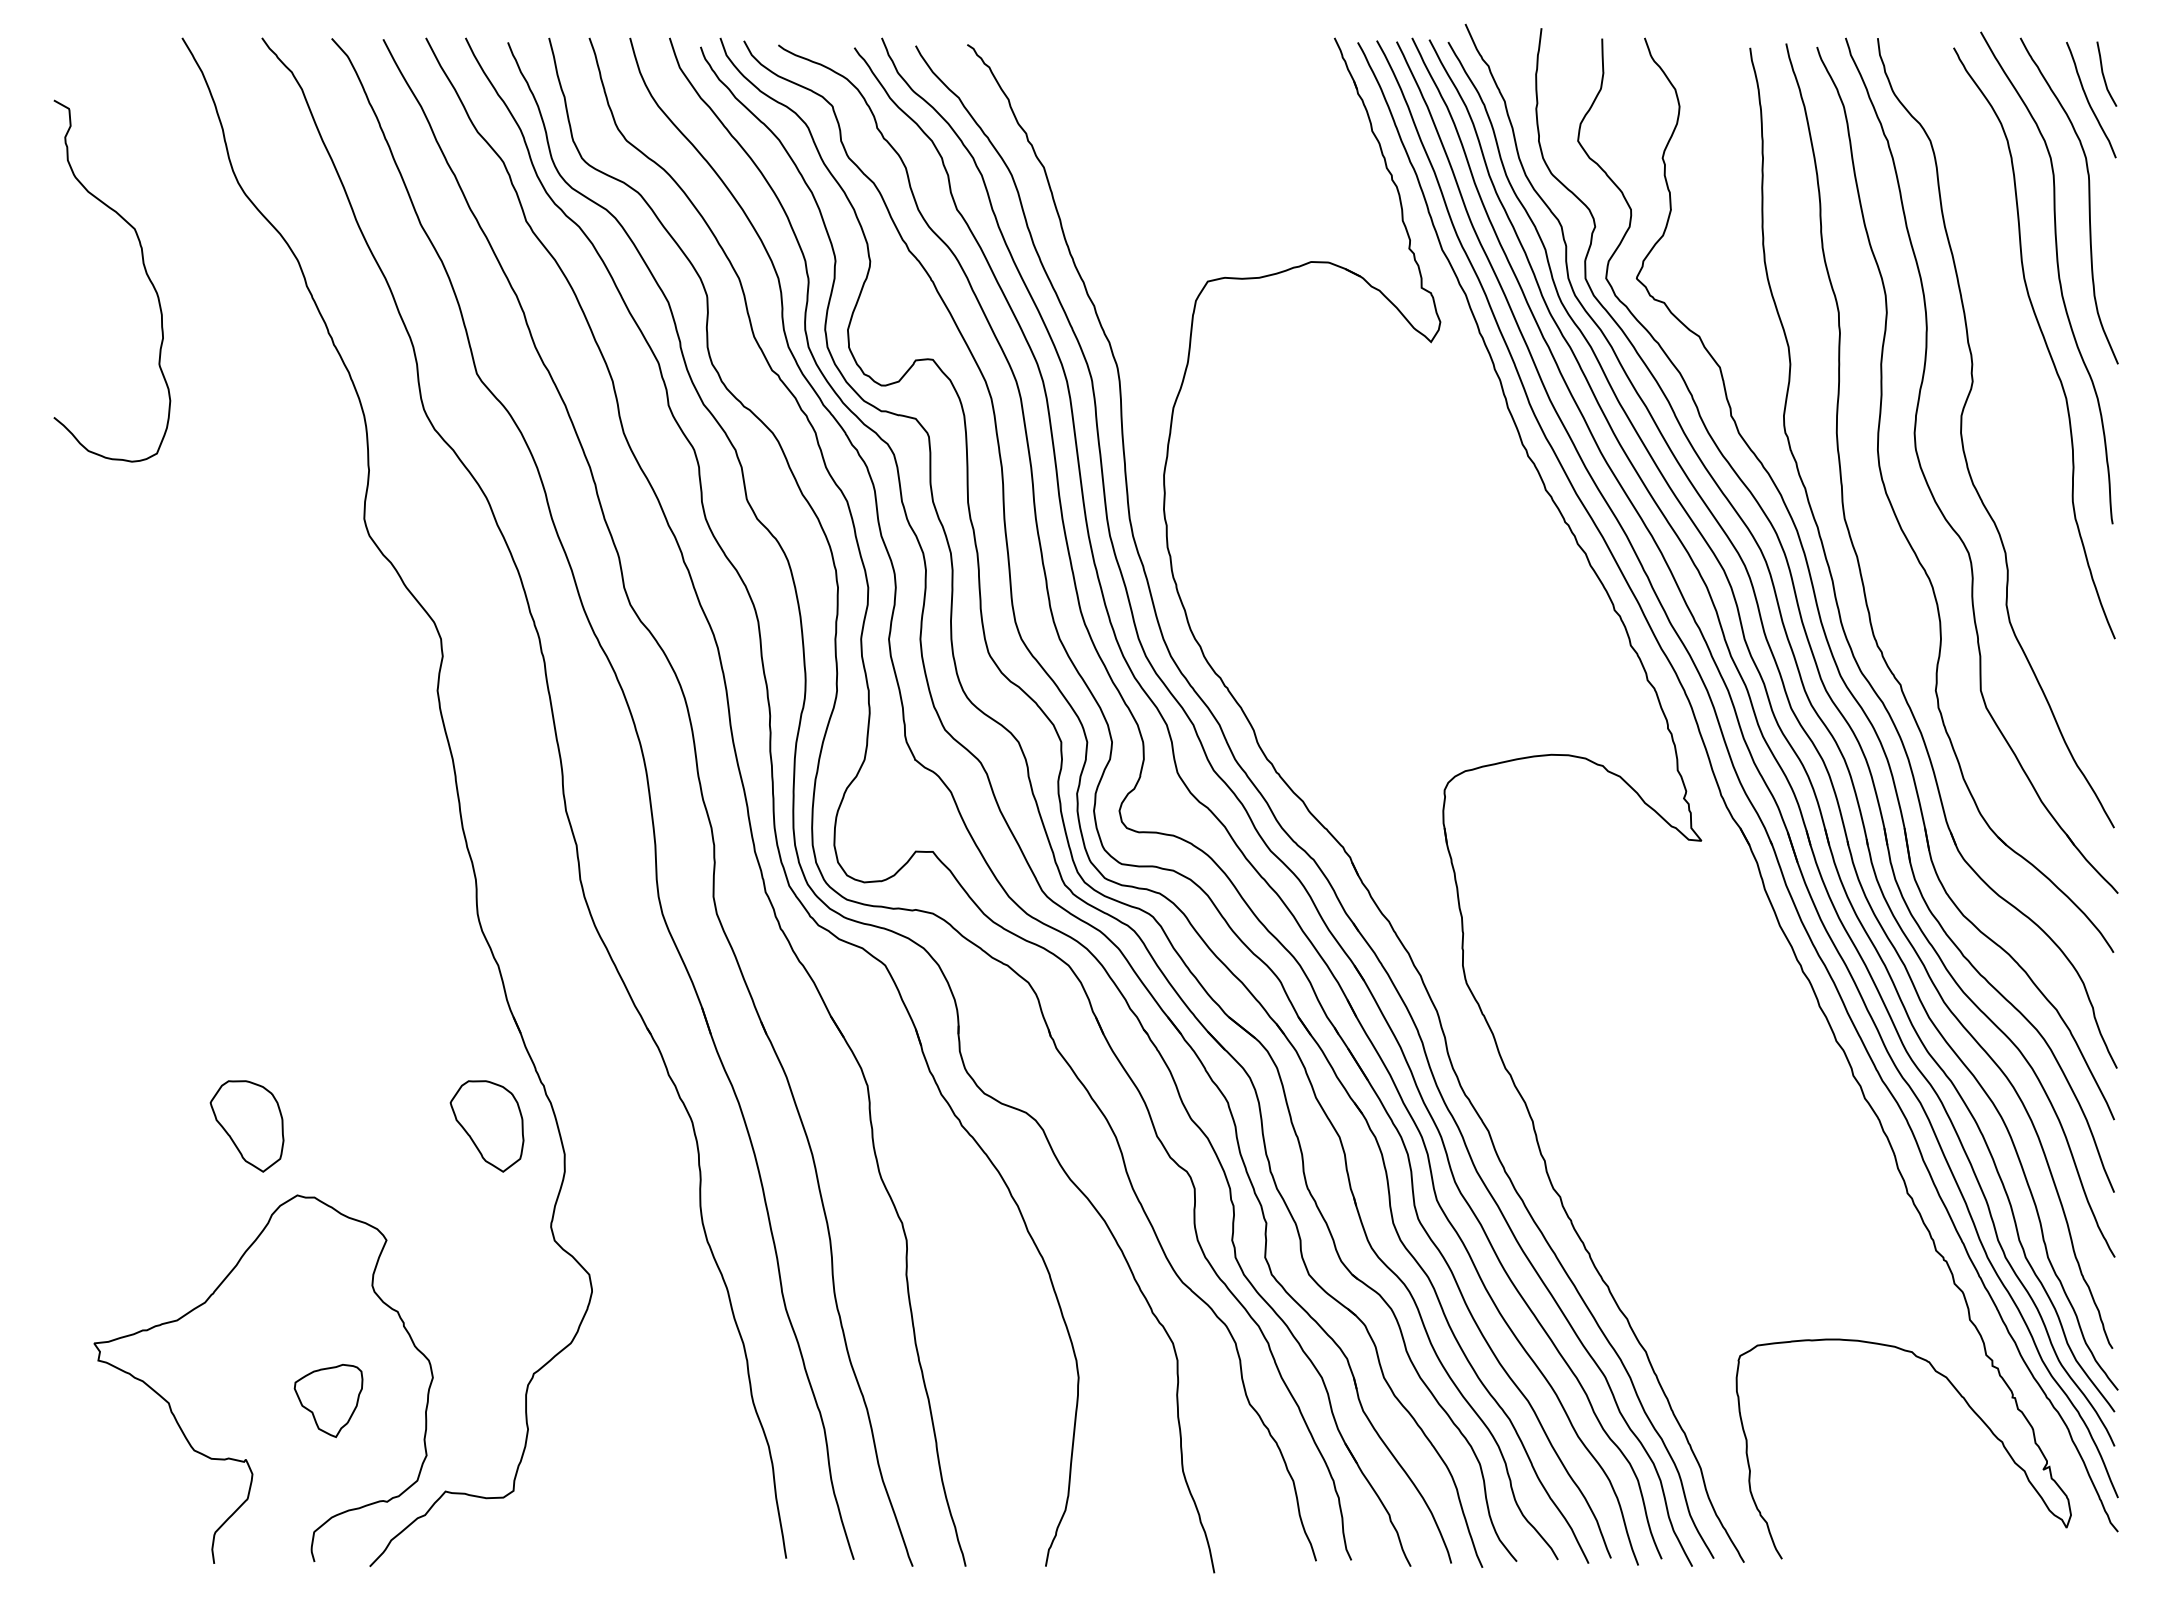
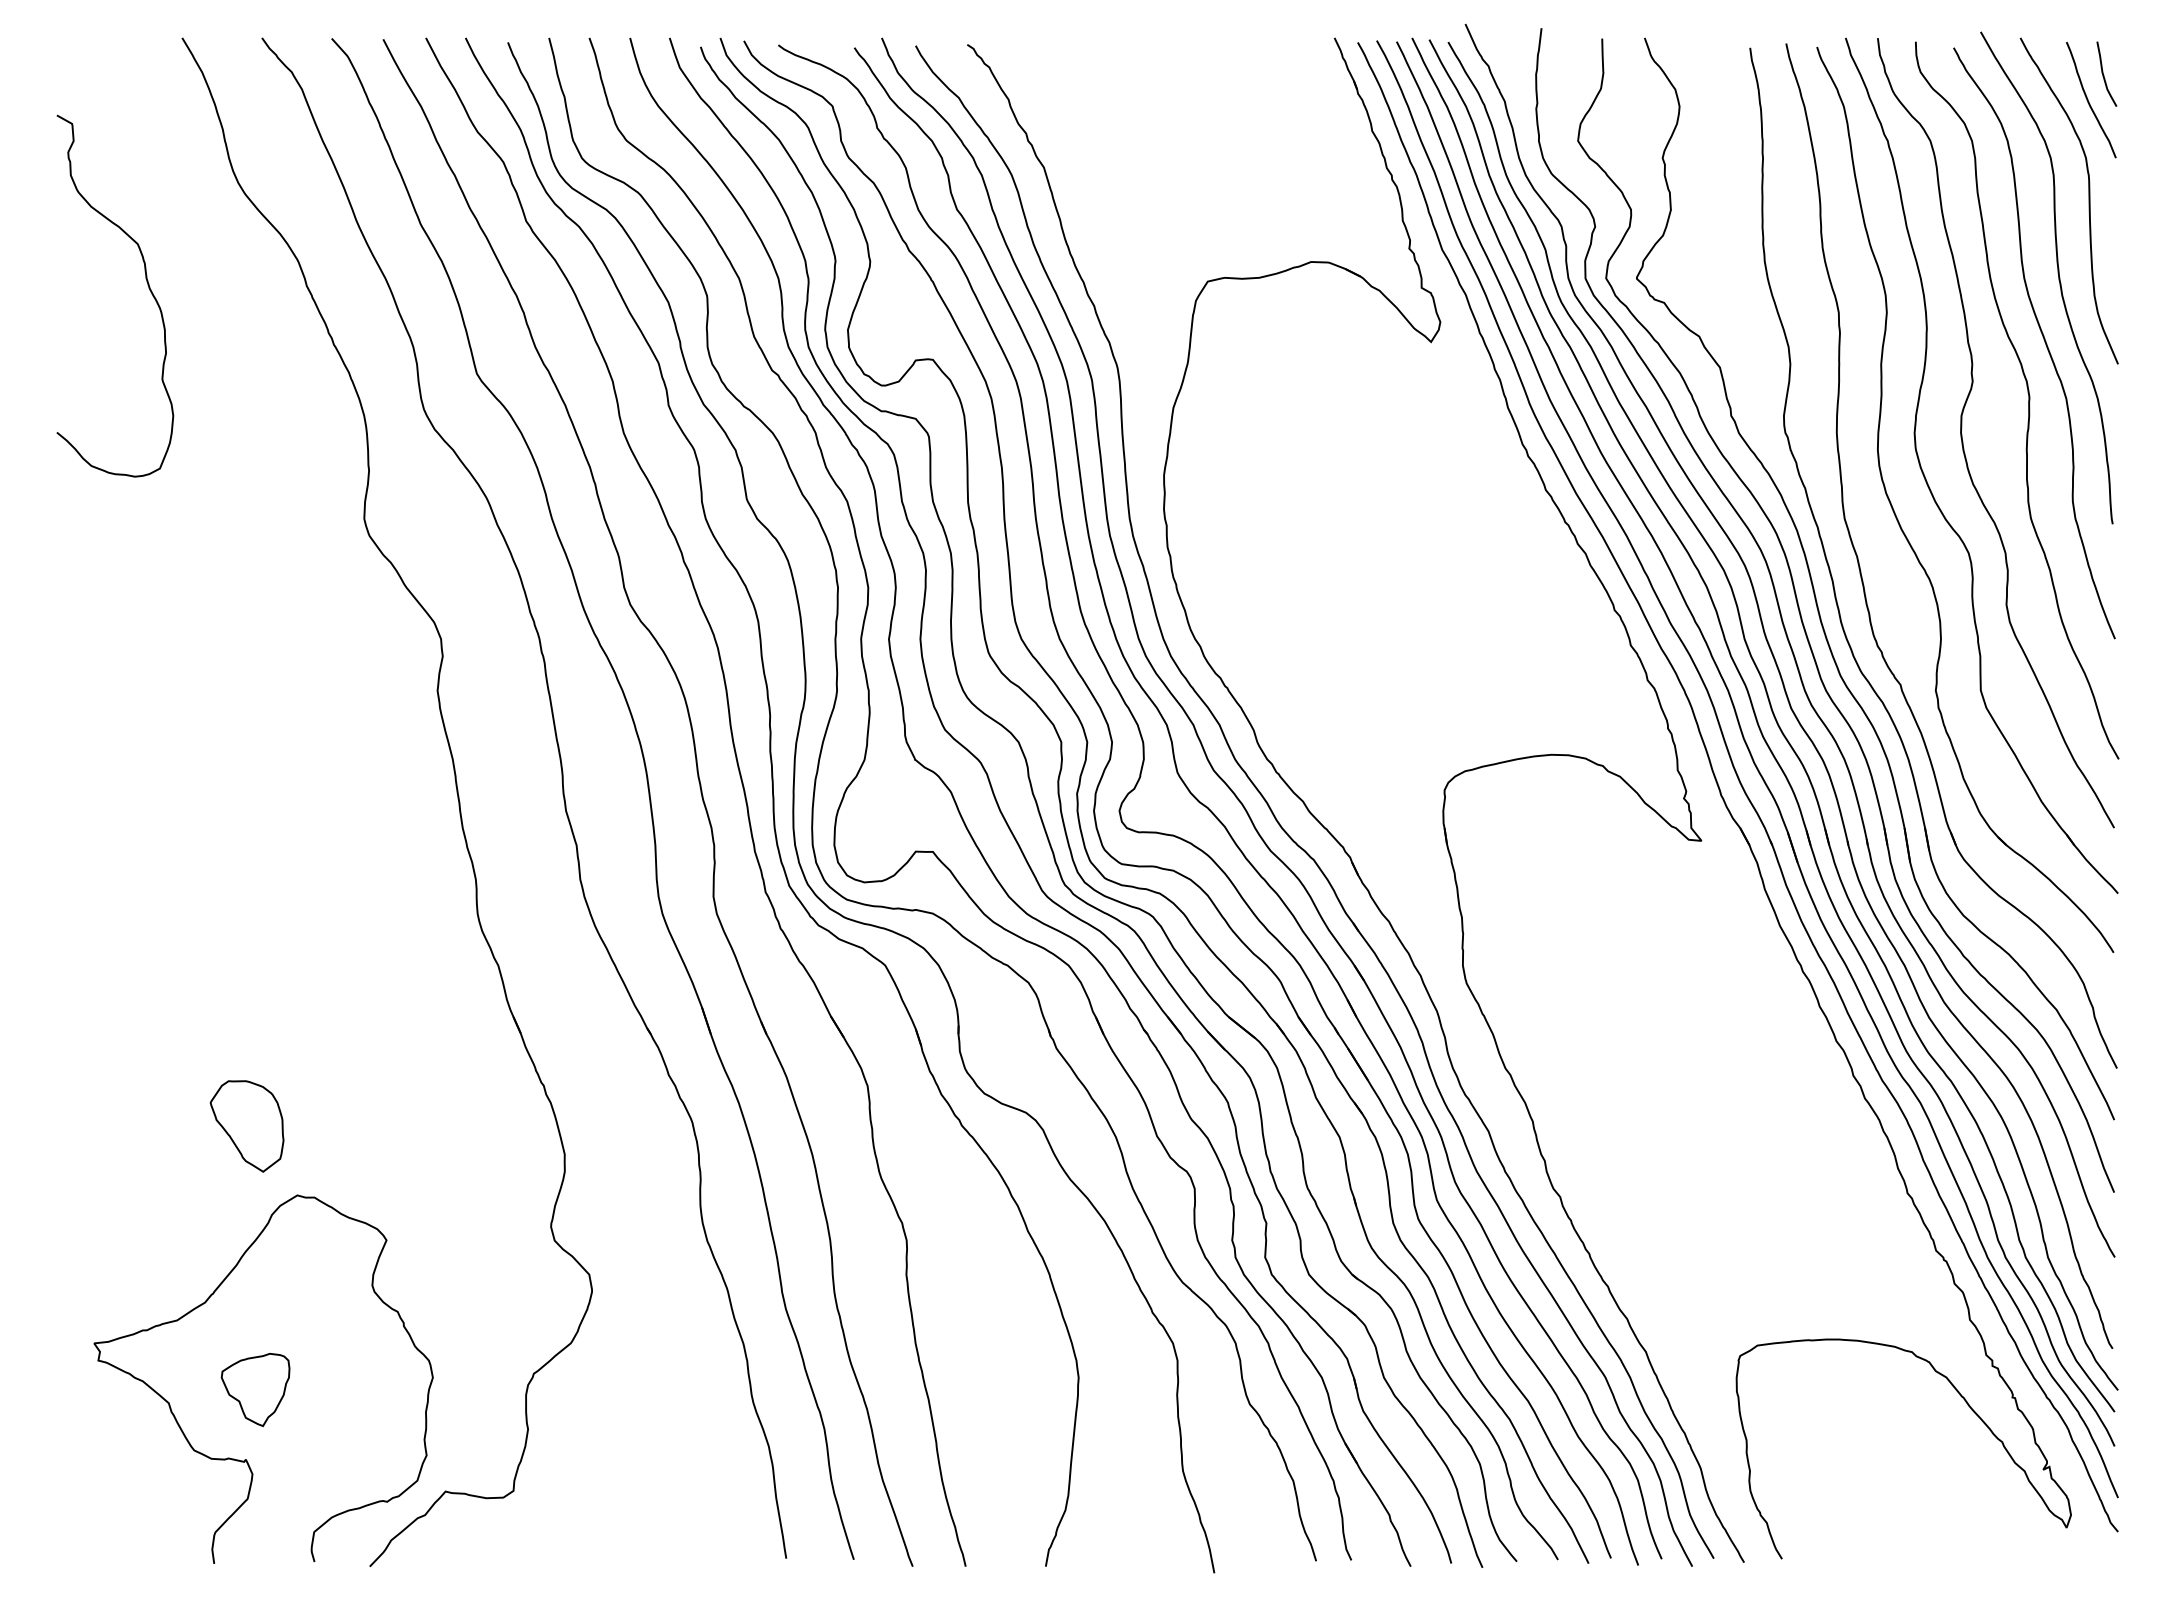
curve at (144, 270) position: (144, 270) -> (147, 285)
curve at (2028, 400): none -> present
part at (486, 1126): present -> none
part at (328, 1401) position: (328, 1401) -> (255, 1390)
